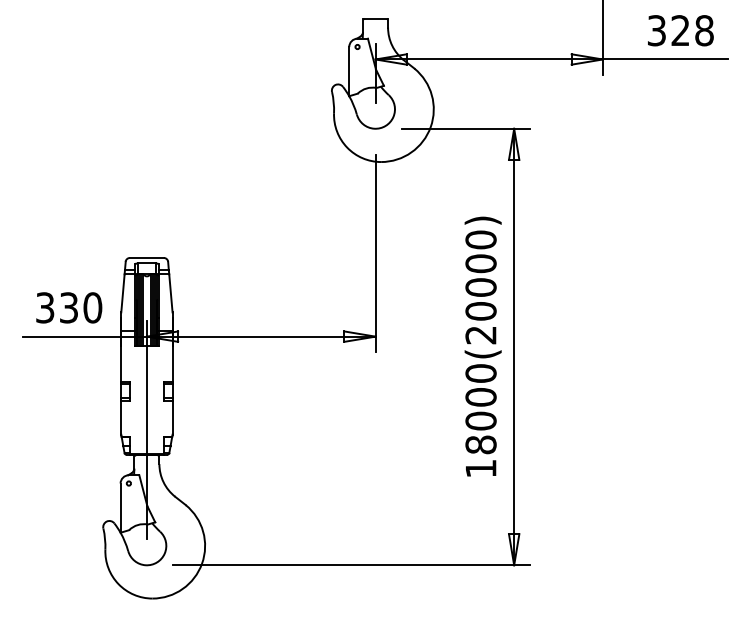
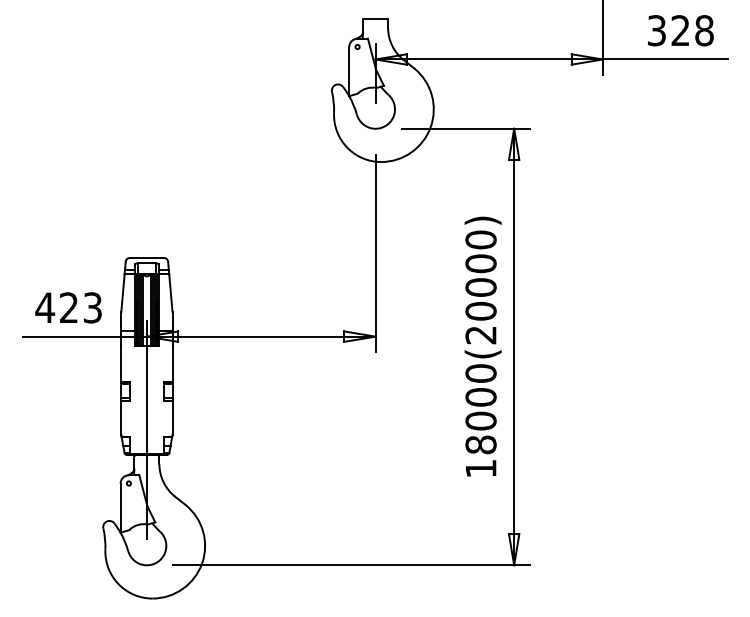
text at (68, 307): 330 -> 423
